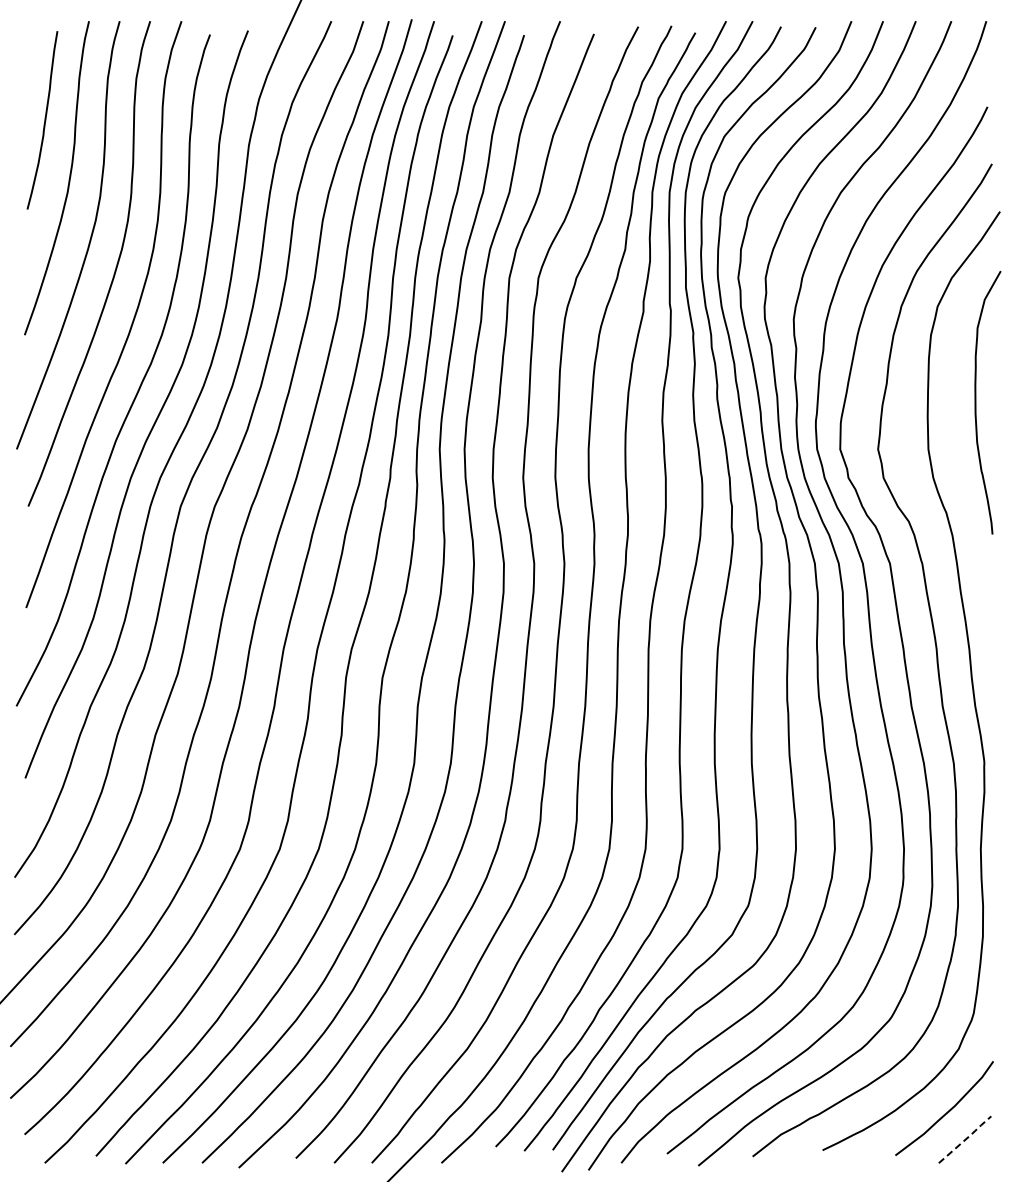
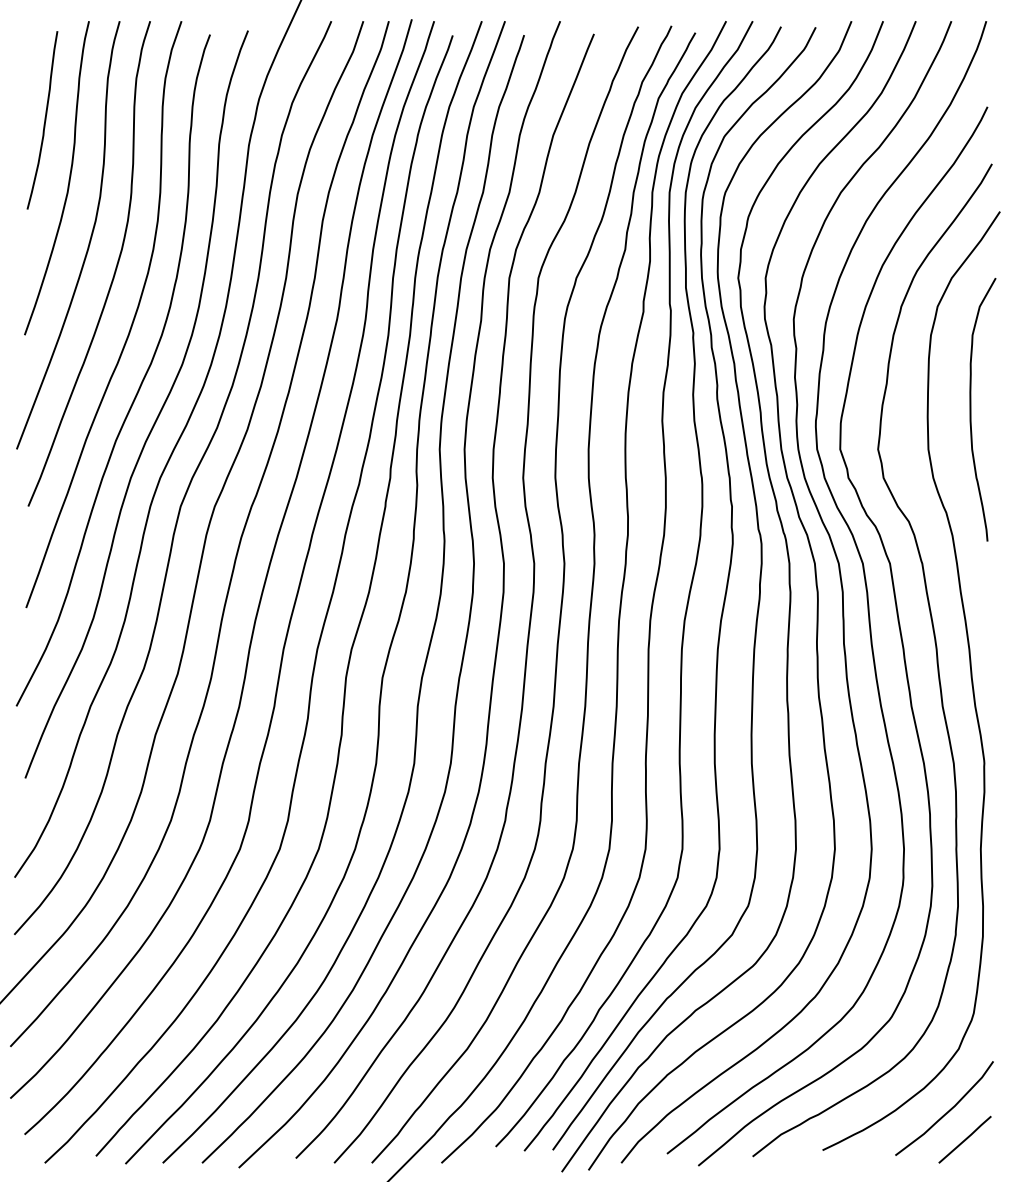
curve at (976, 402) position: (976, 402) -> (971, 409)
line at (966, 1139): dashed -> solid
